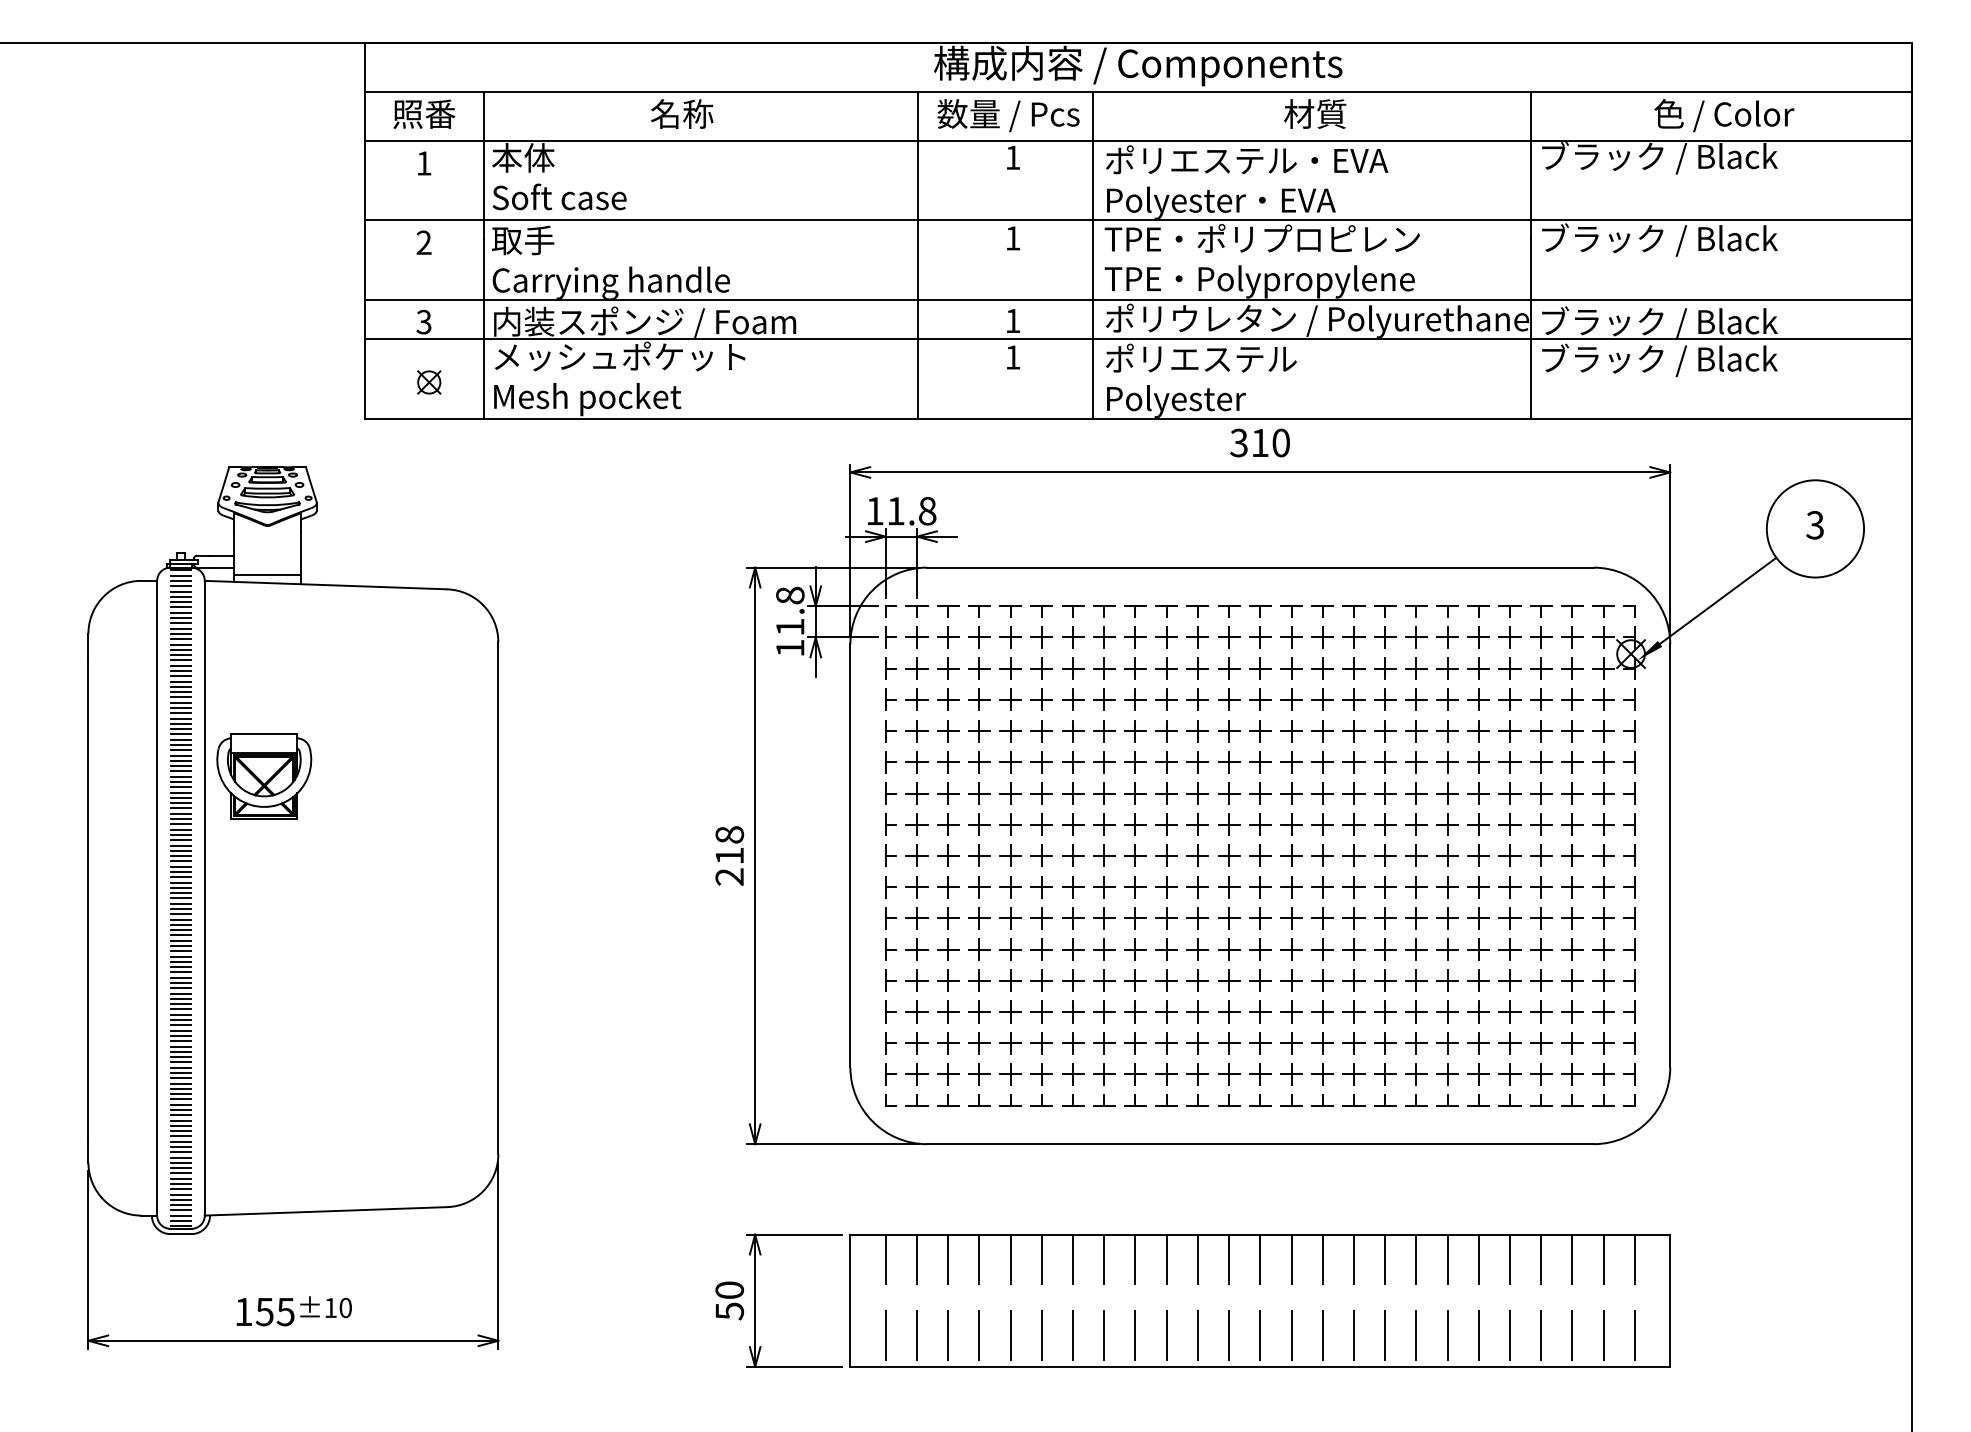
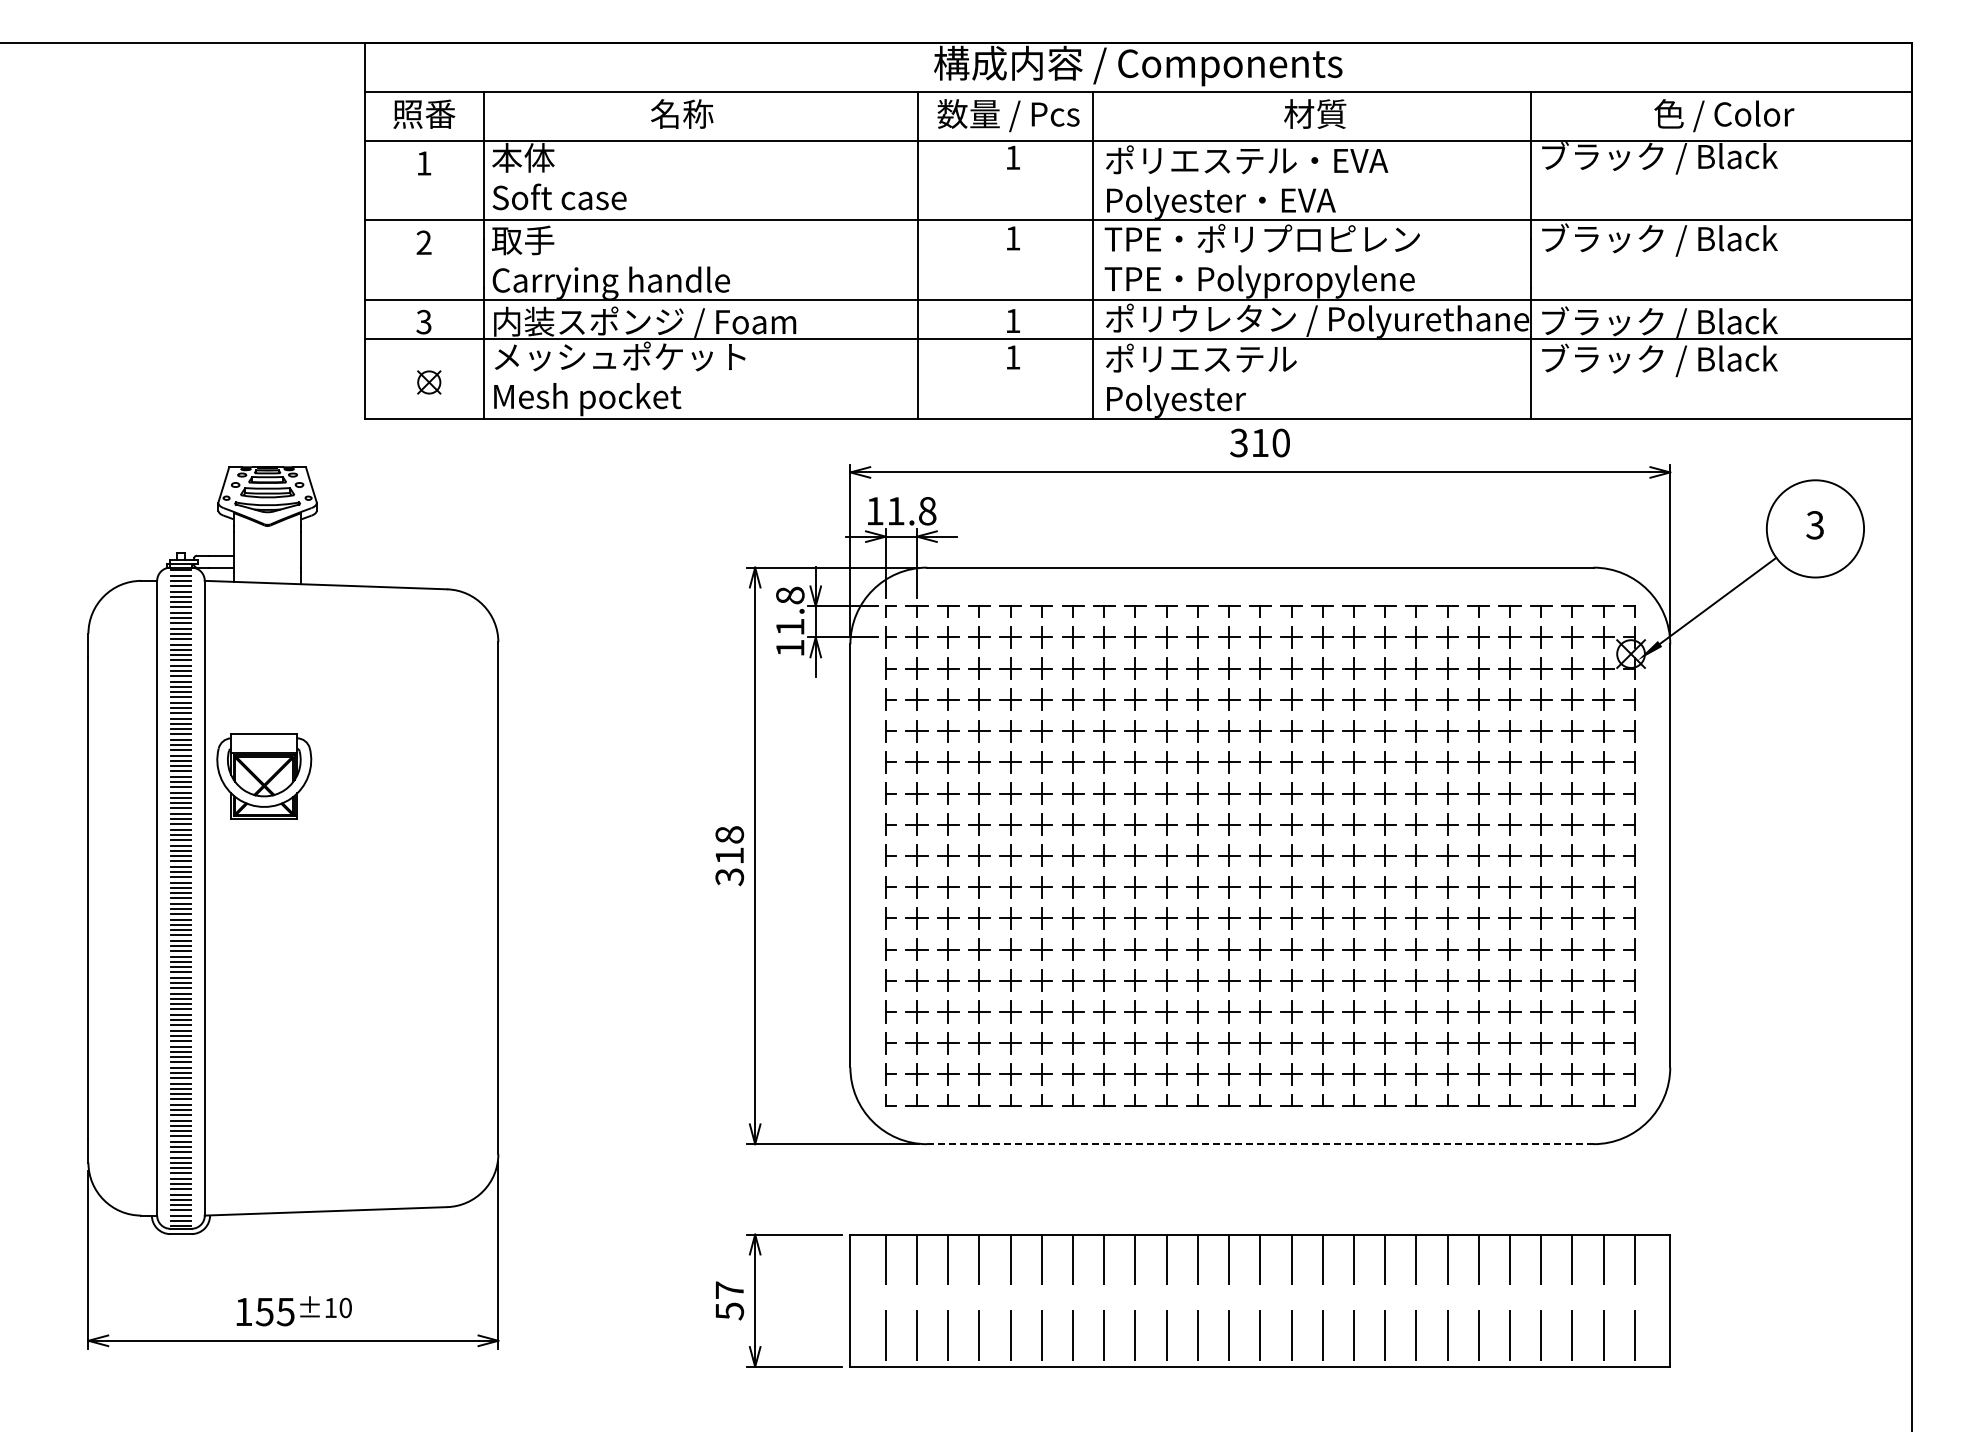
line at (267, 574): present -> none
text at (730, 877): 218 -> 318
line at (1259, 1144): solid -> dashed
text at (729, 1289): 50 -> 57
